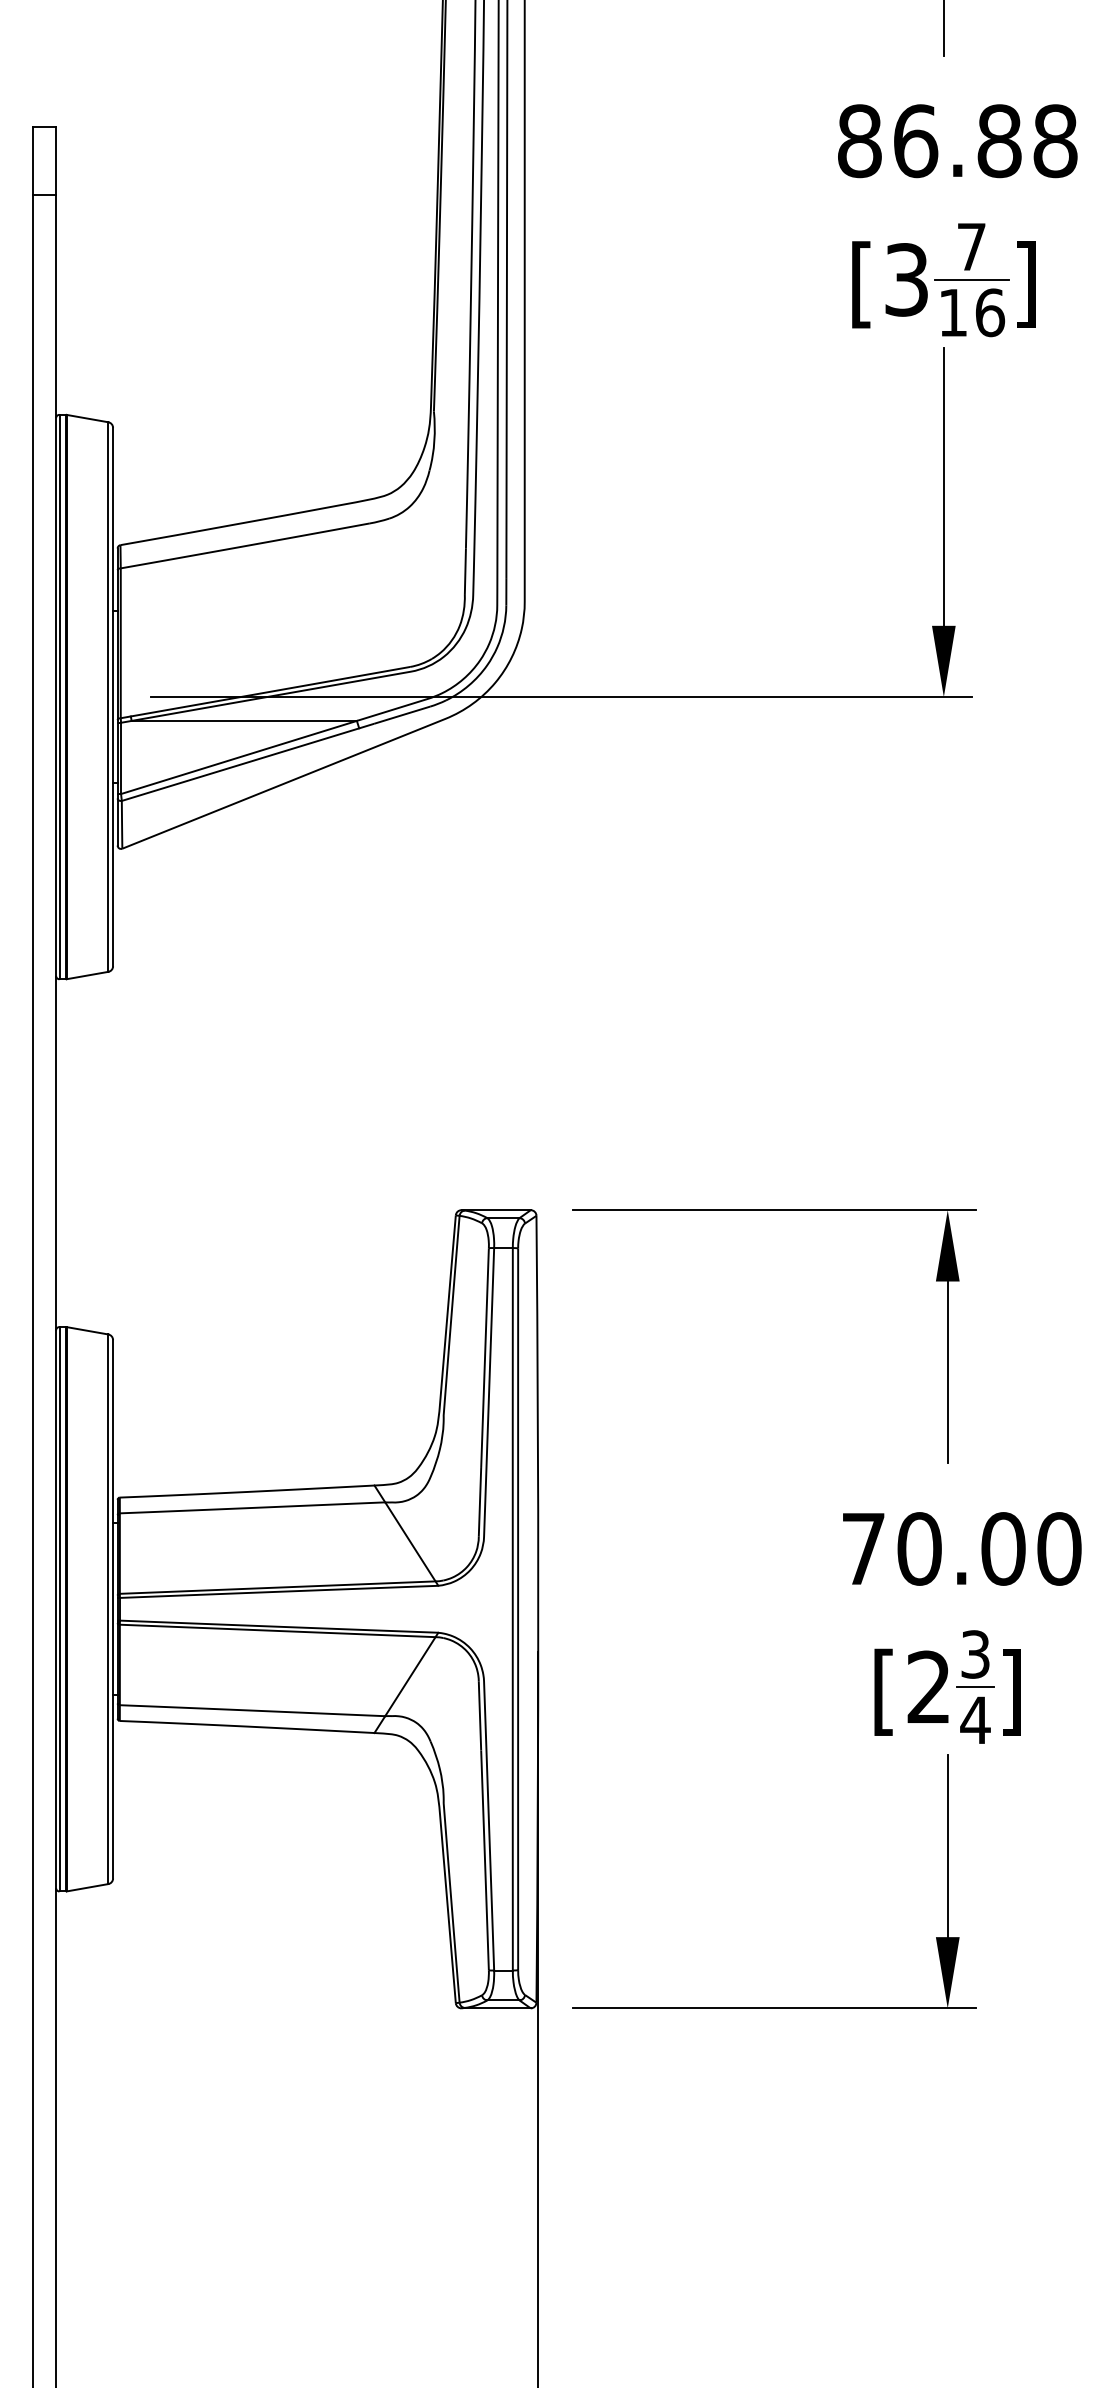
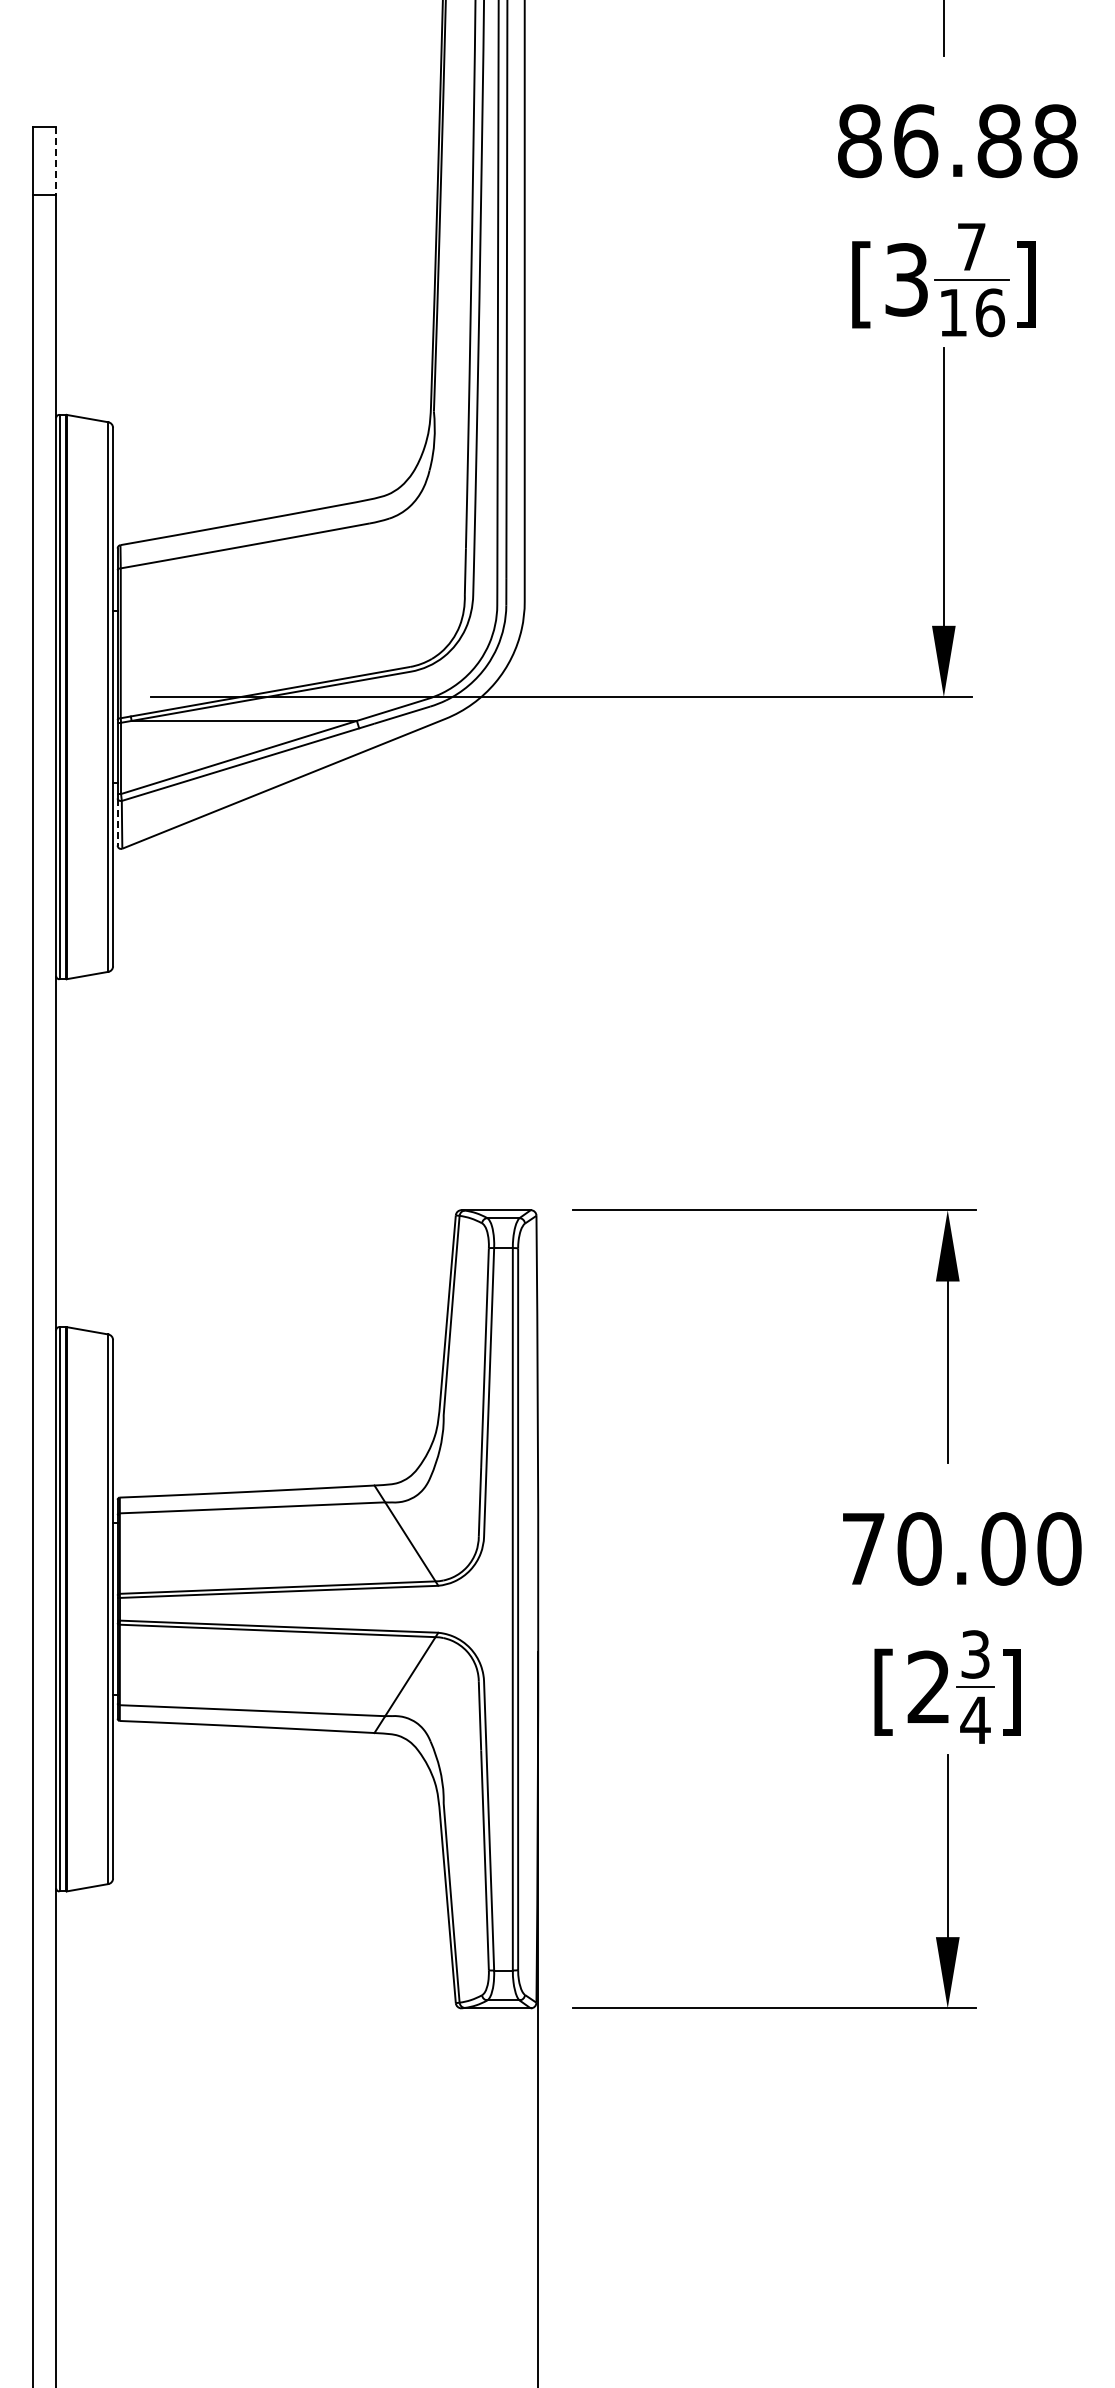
line at (56, 161): solid -> dashed
line at (117, 822): solid -> dashed
